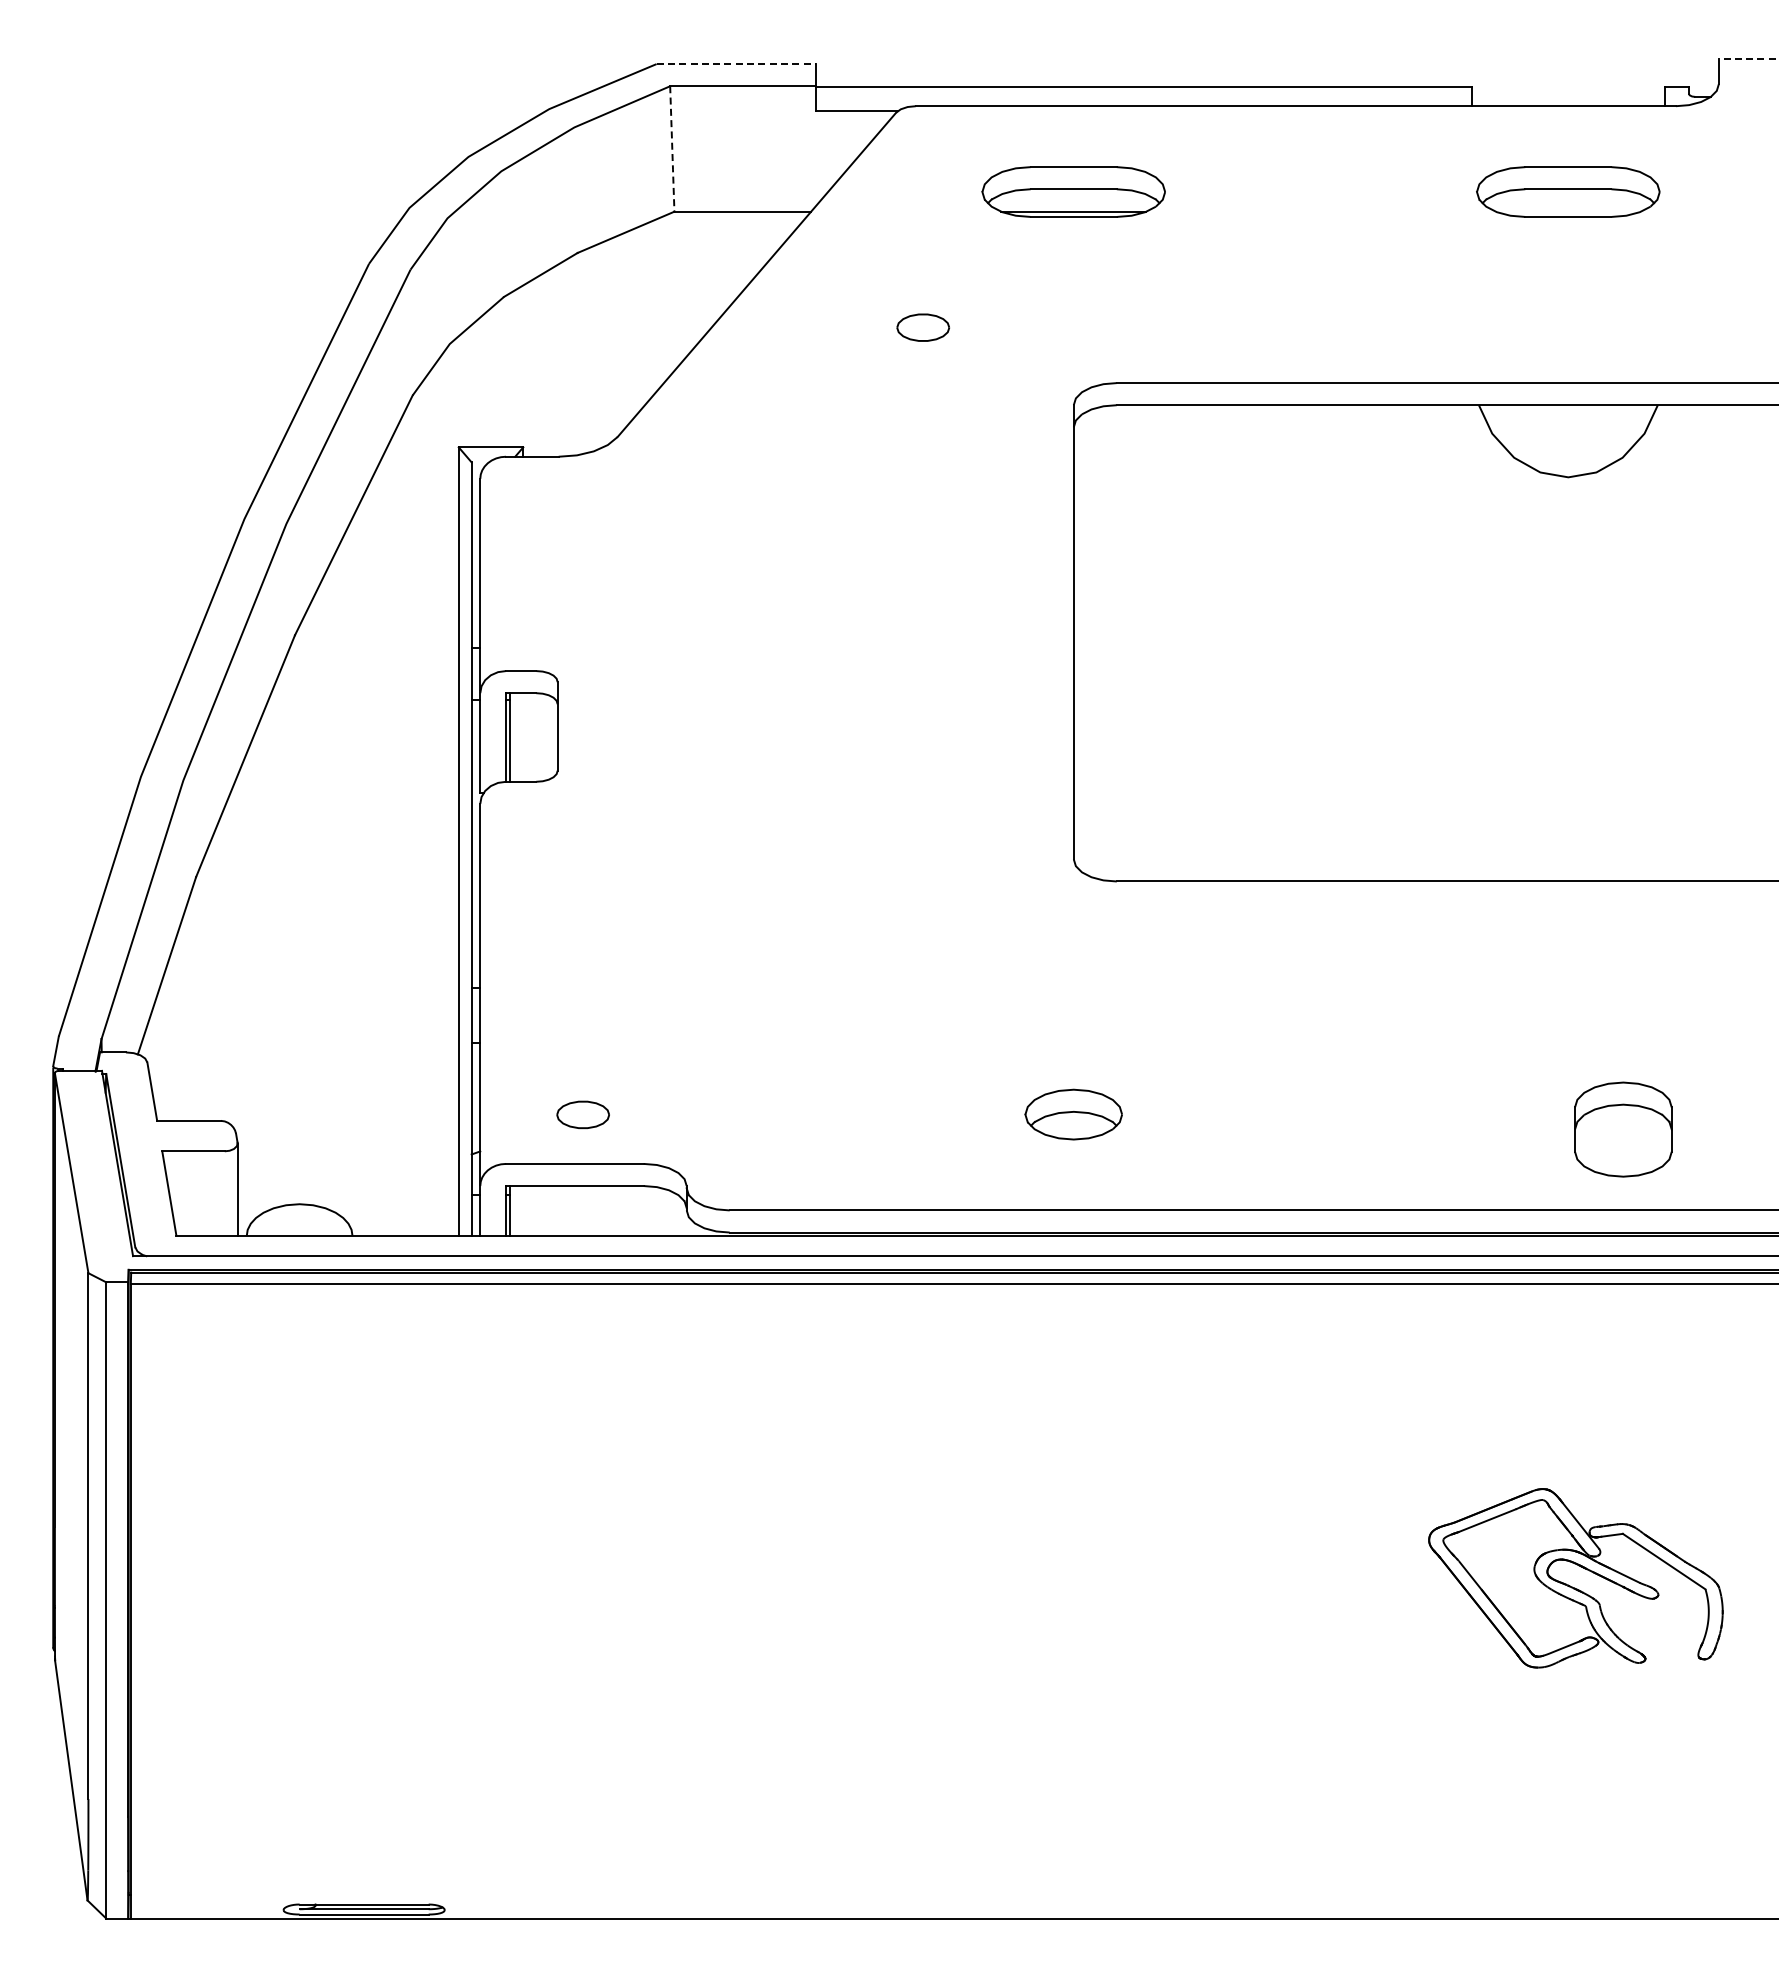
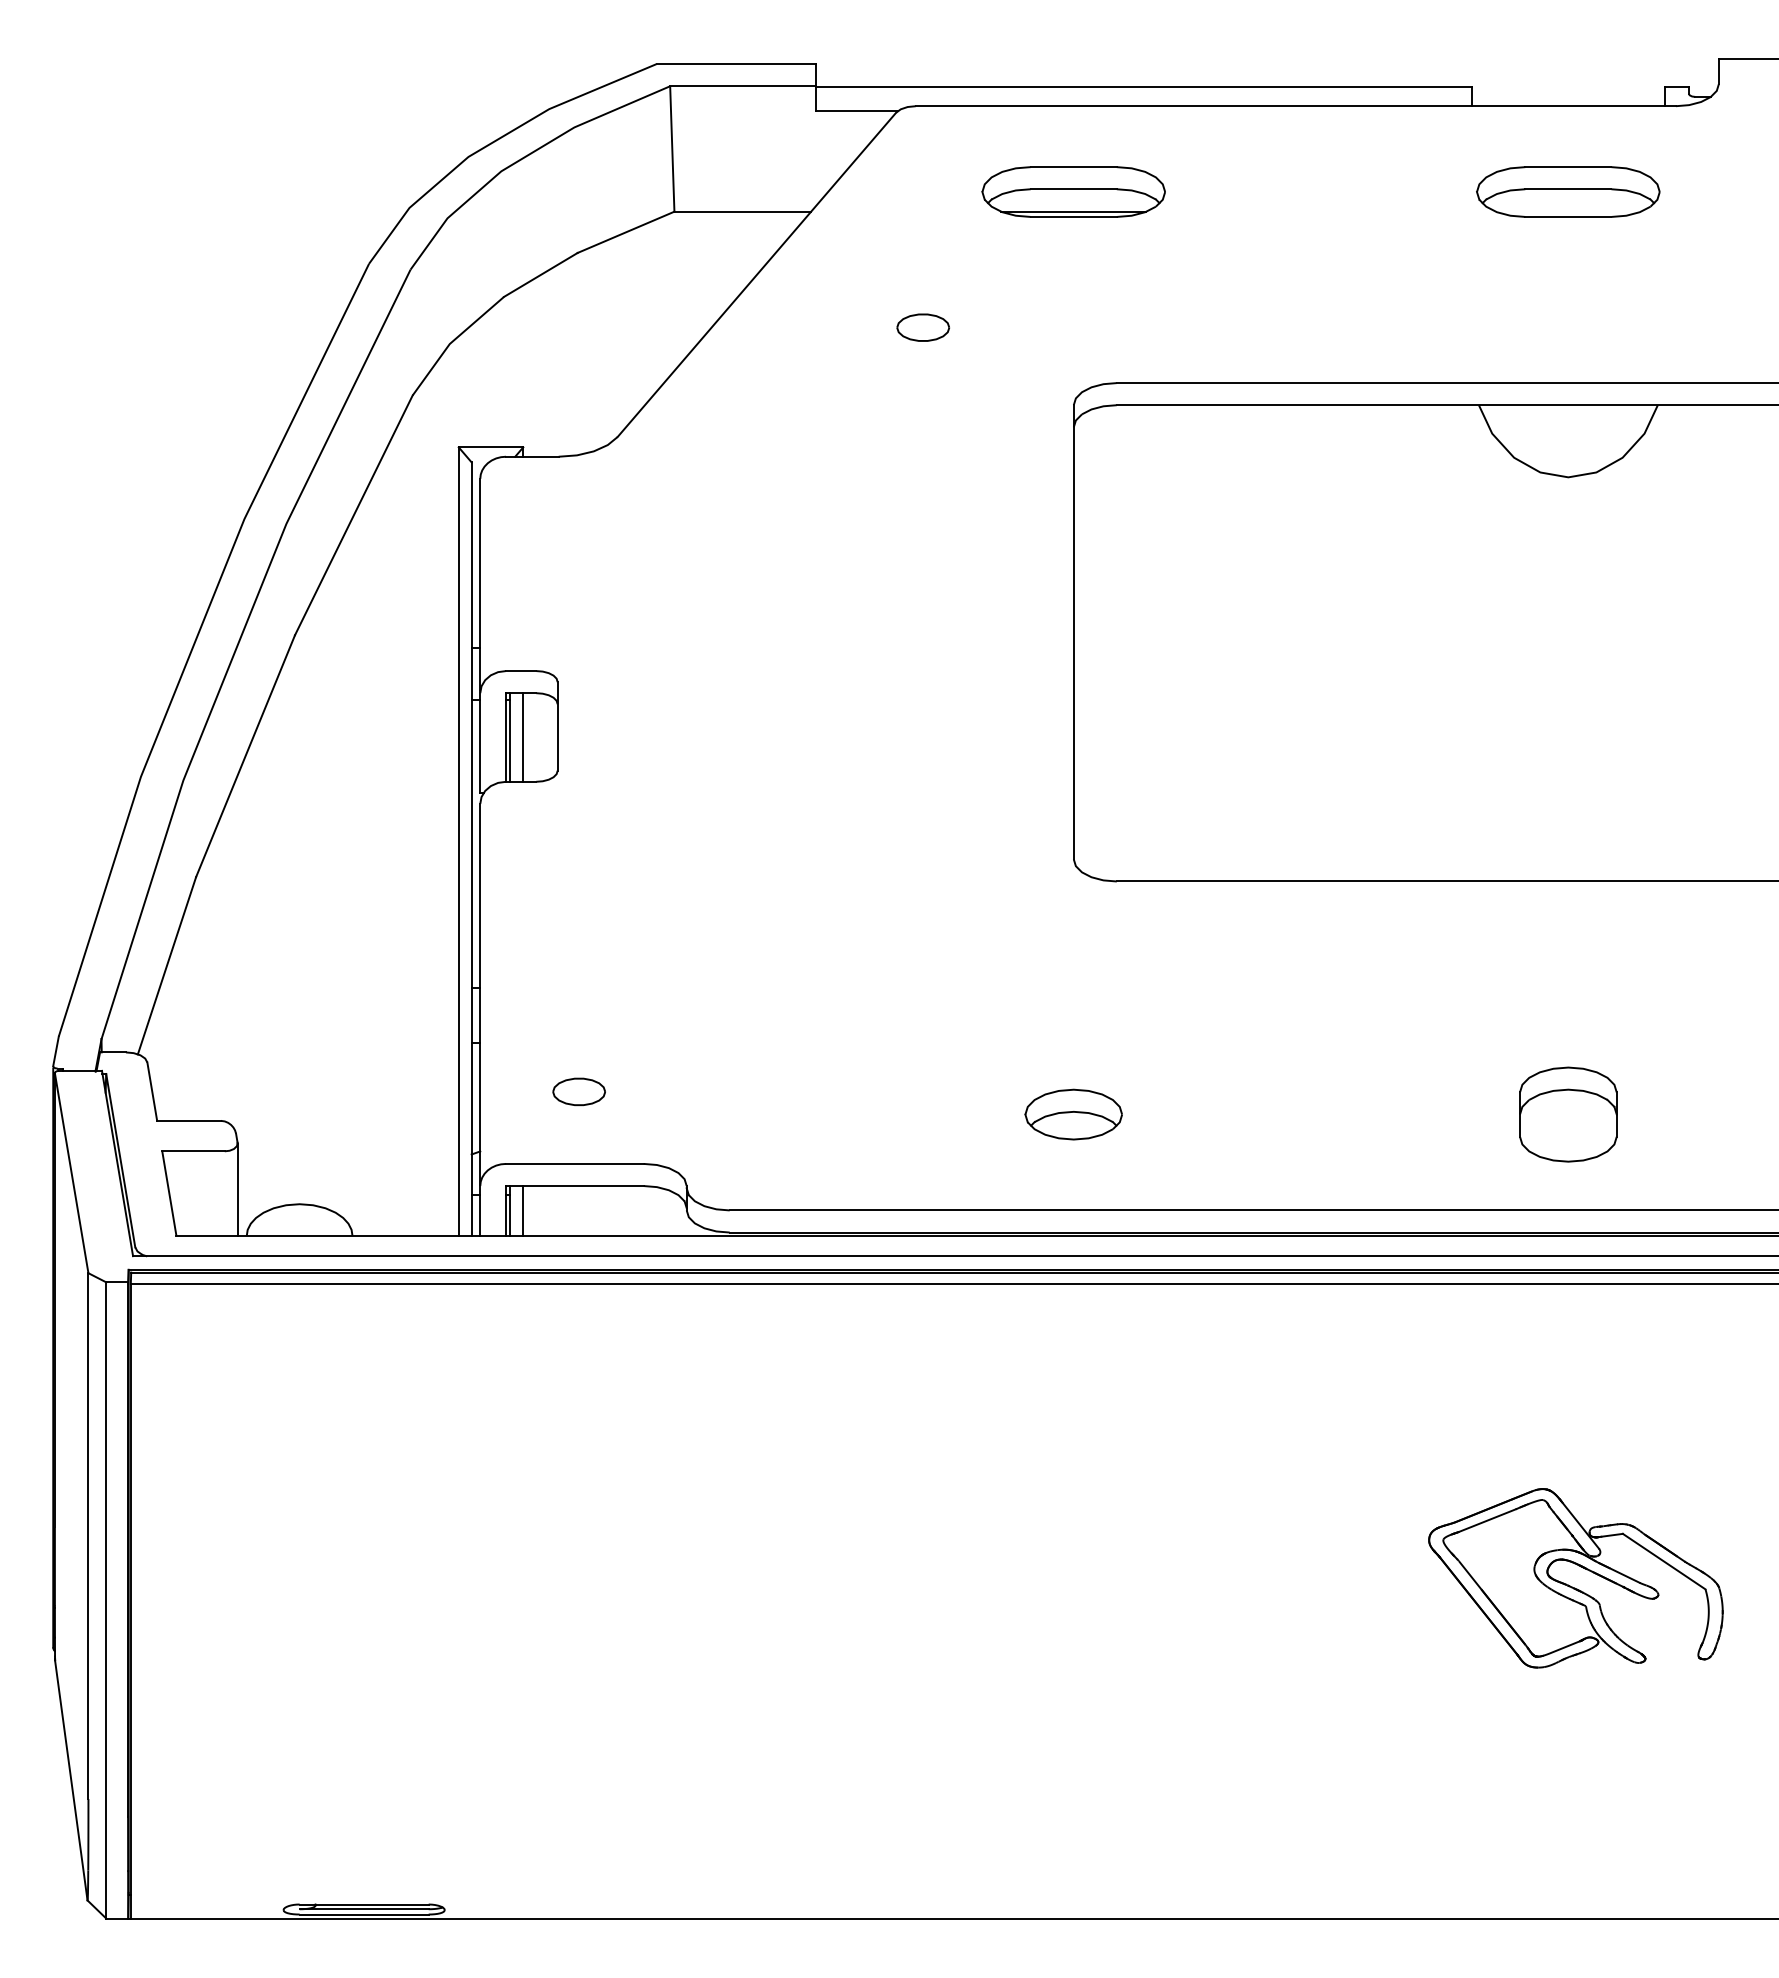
line at (1748, 59): dashed -> solid
line at (736, 64): dashed -> solid
line at (672, 149): dashed -> solid
line at (523, 737): none -> present
part at (582, 1114) position: (582, 1114) -> (578, 1091)
part at (1623, 1129) position: (1623, 1129) -> (1568, 1114)
line at (523, 1210): none -> present
